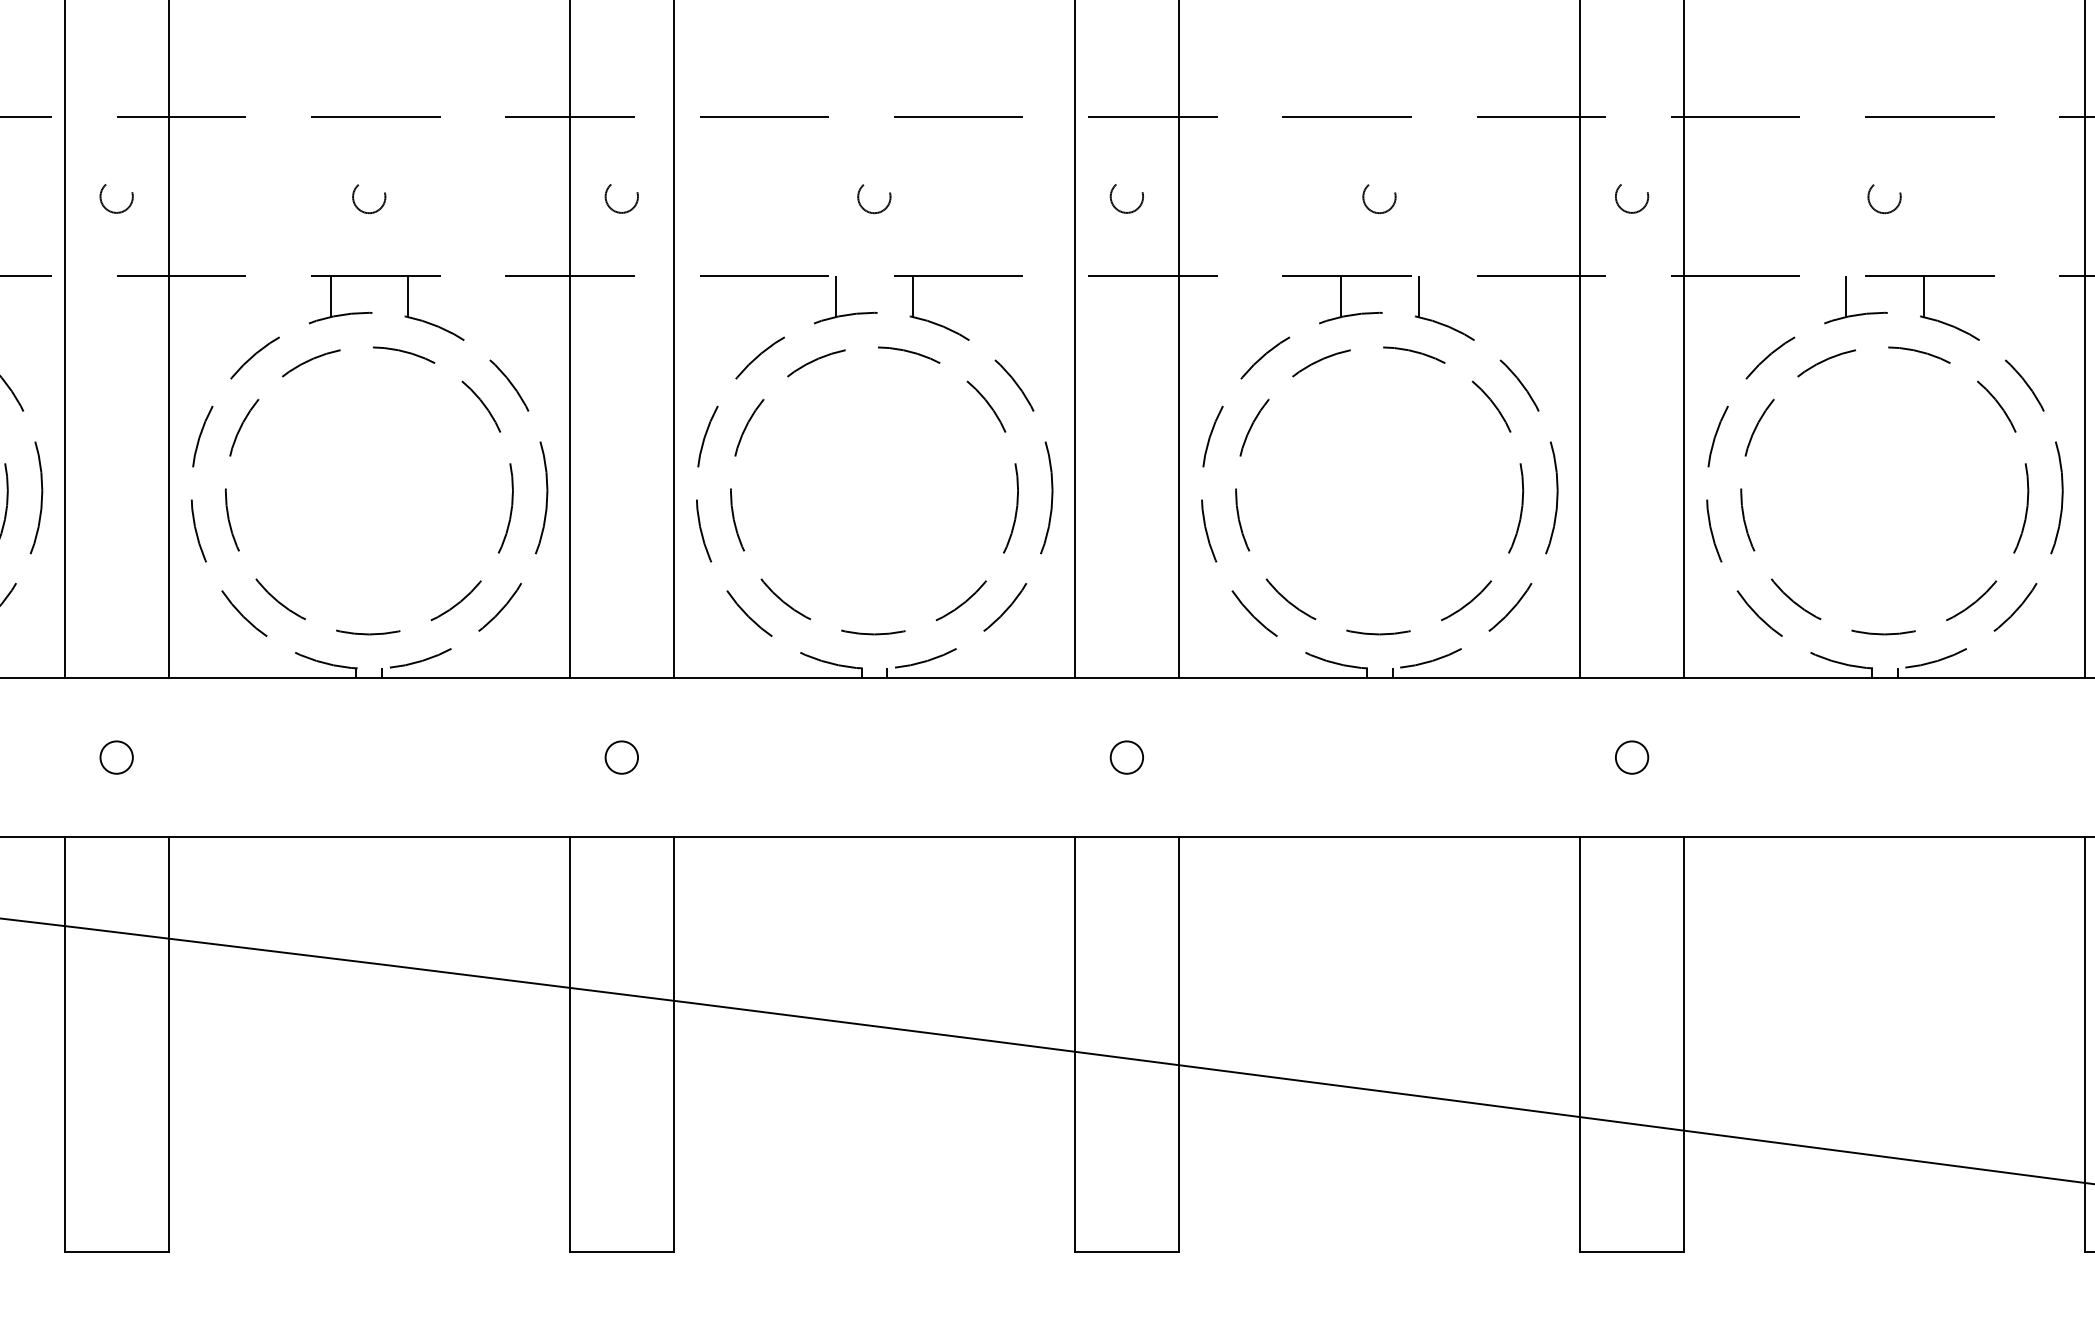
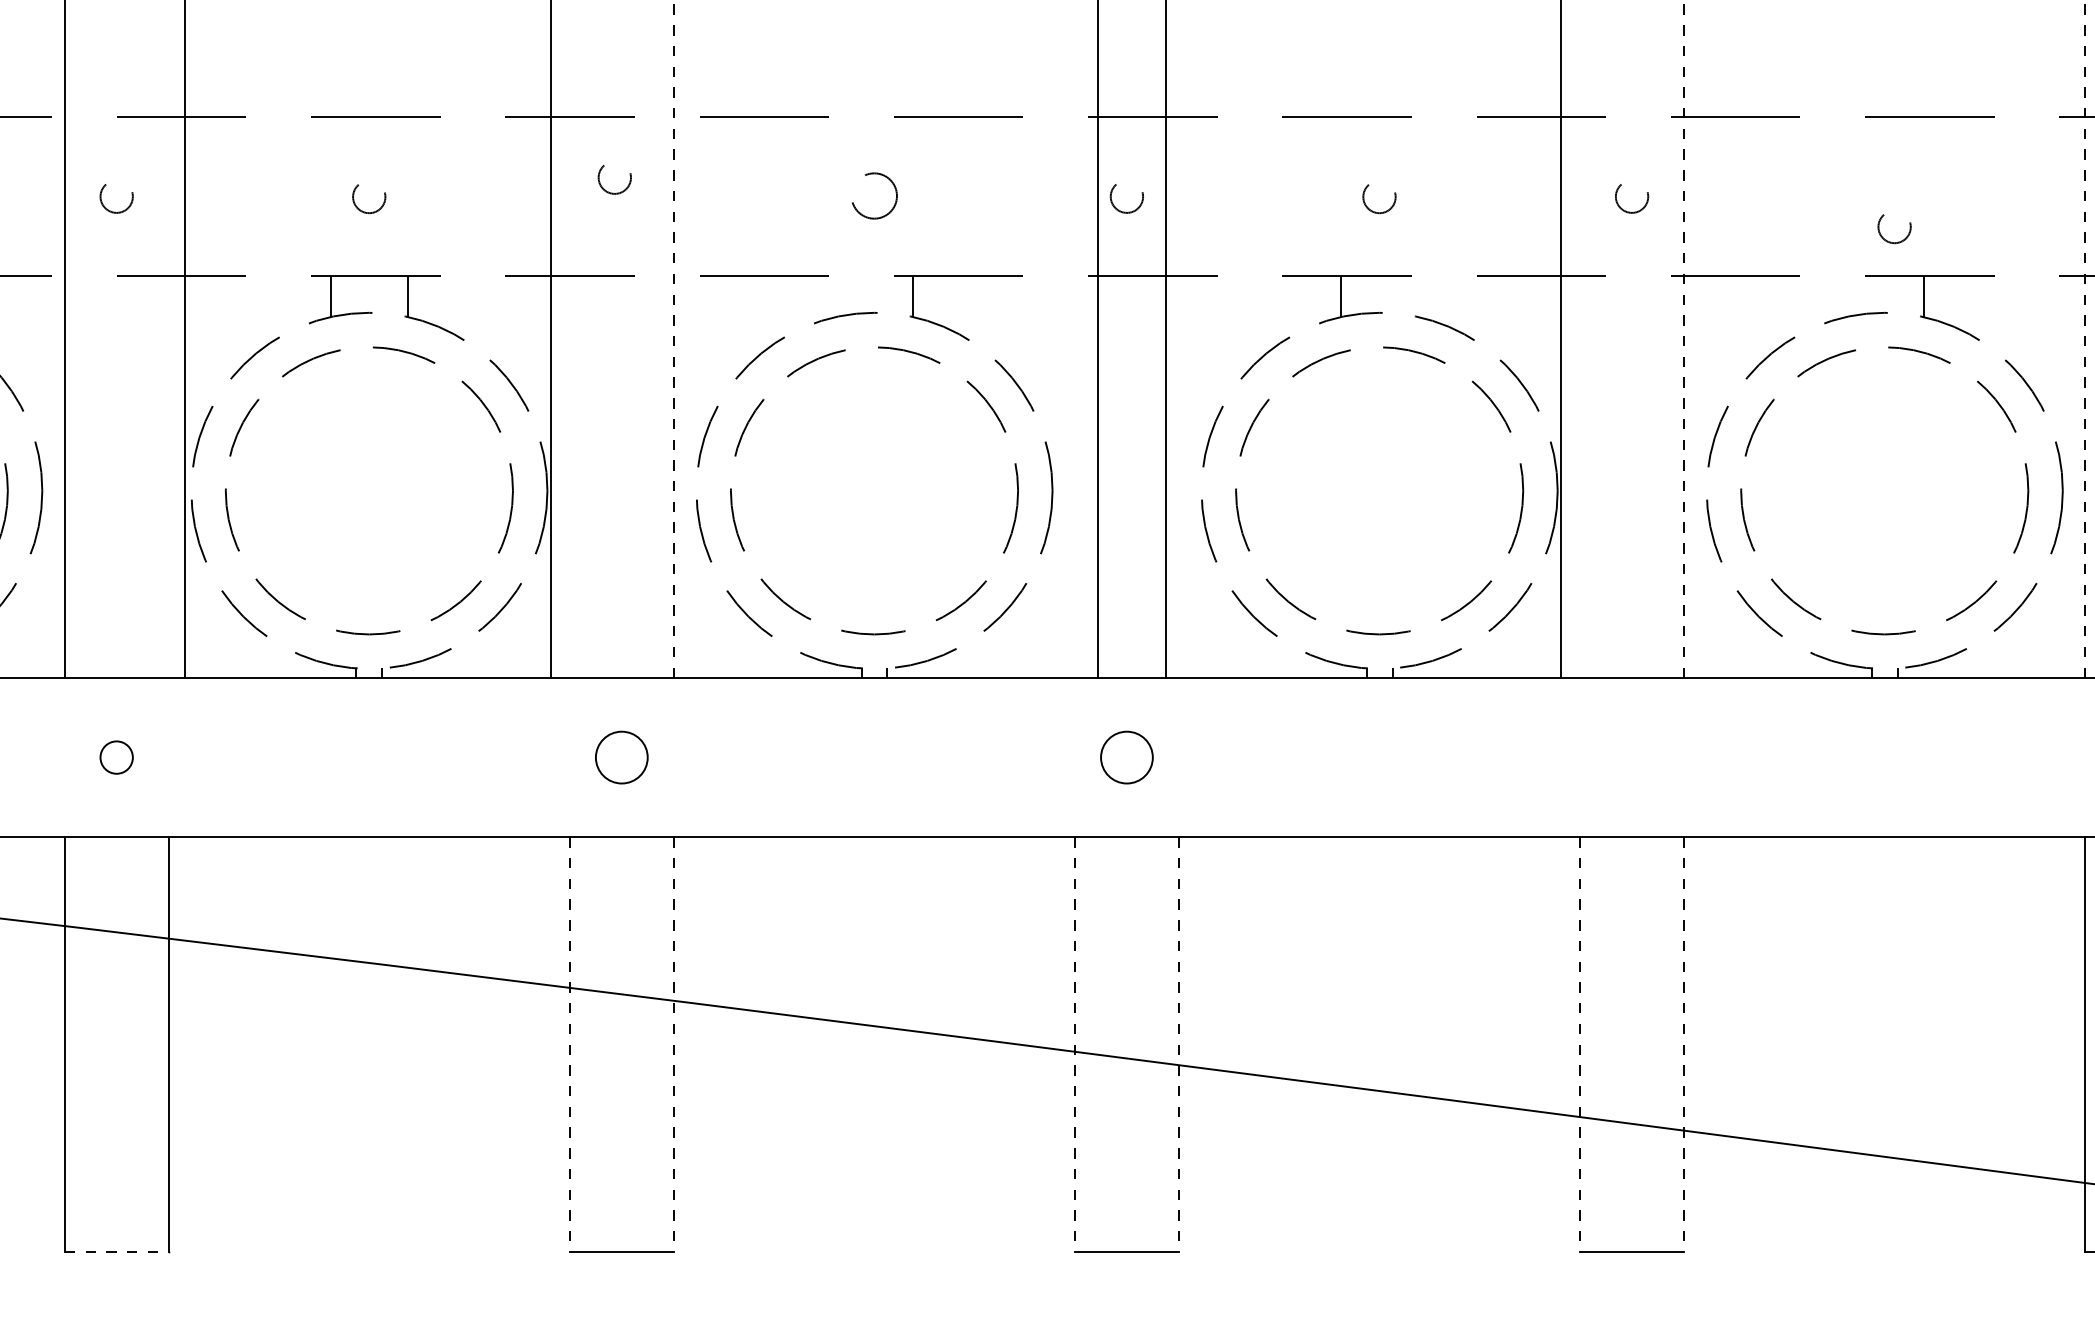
circle at (621, 198) position: (621, 198) -> (614, 179)
circle at (874, 199) size: 35x31 px -> 47x48 px
circle at (1884, 199) position: (1884, 199) -> (1894, 229)
line at (835, 296): present -> none
line at (1418, 296): present -> none
line at (1845, 296): present -> none
line at (673, 338): solid -> dashed
line at (1683, 338): solid -> dashed
line at (2085, 338): solid -> dashed
line at (168, 339) position: (168, 339) -> (184, 339)
line at (570, 339) position: (570, 339) -> (551, 339)
line at (1075, 339) position: (1075, 339) -> (1098, 339)
line at (1178, 339) position: (1178, 339) -> (1165, 339)
line at (1580, 339) position: (1580, 339) -> (1561, 339)
circle at (621, 757) diameter: 32 px -> 52 px
circle at (1126, 757) diameter: 32 px -> 52 px
circle at (1632, 757): present -> none
line at (570, 1045): solid -> dashed
line at (673, 1045): solid -> dashed
line at (1075, 1045): solid -> dashed
line at (1178, 1045): solid -> dashed
line at (1580, 1045): solid -> dashed
line at (1683, 1045): solid -> dashed
line at (116, 1251): solid -> dashed
